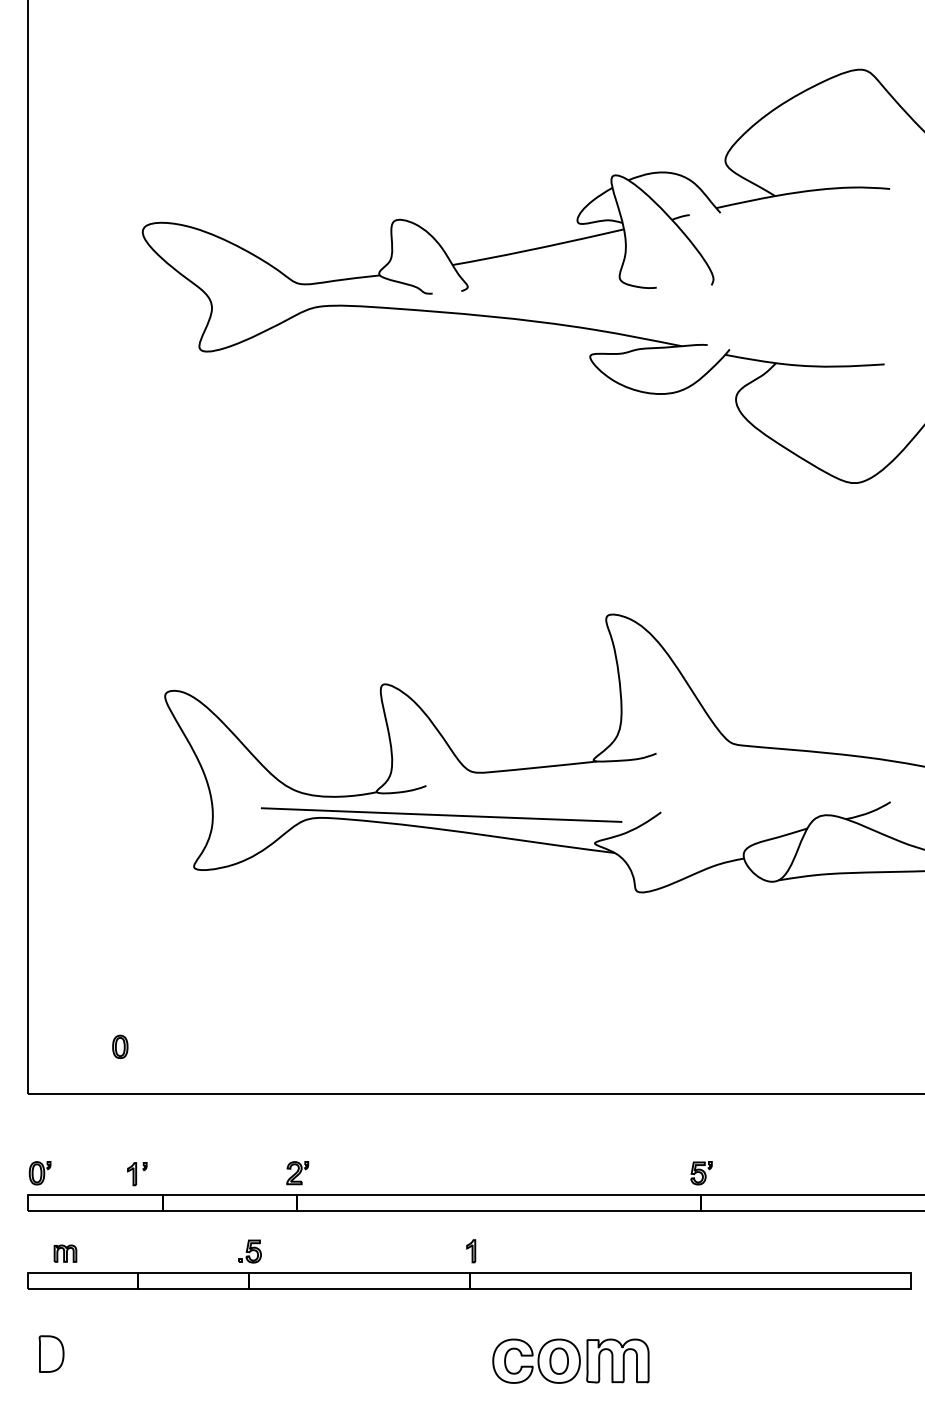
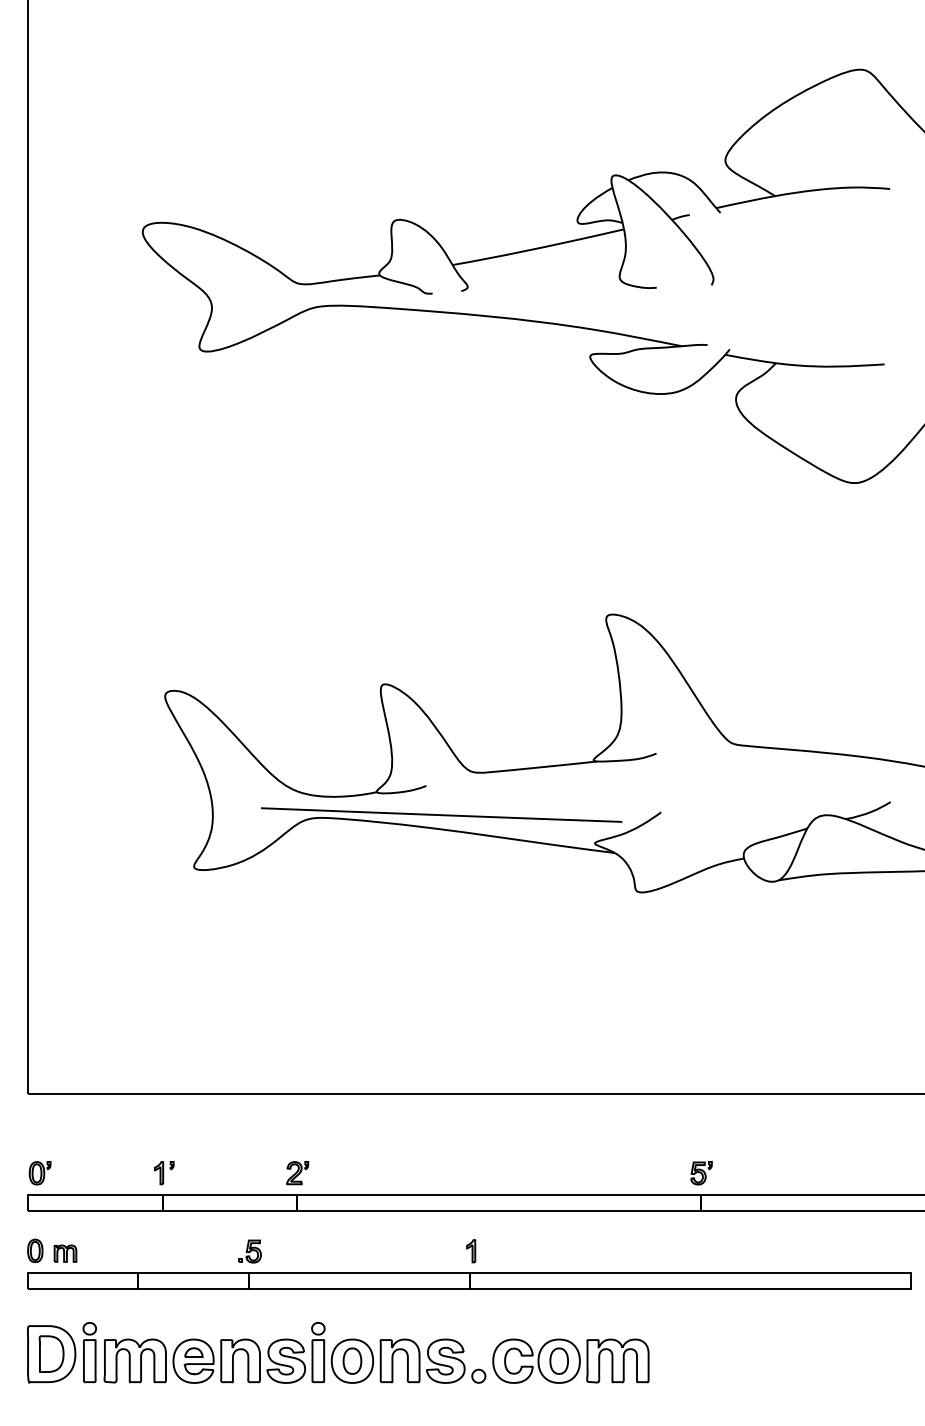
part at (120, 1046) position: (120, 1046) -> (35, 1250)
part at (137, 1174) position: (137, 1174) -> (164, 1173)
part at (256, 1352): none -> present
